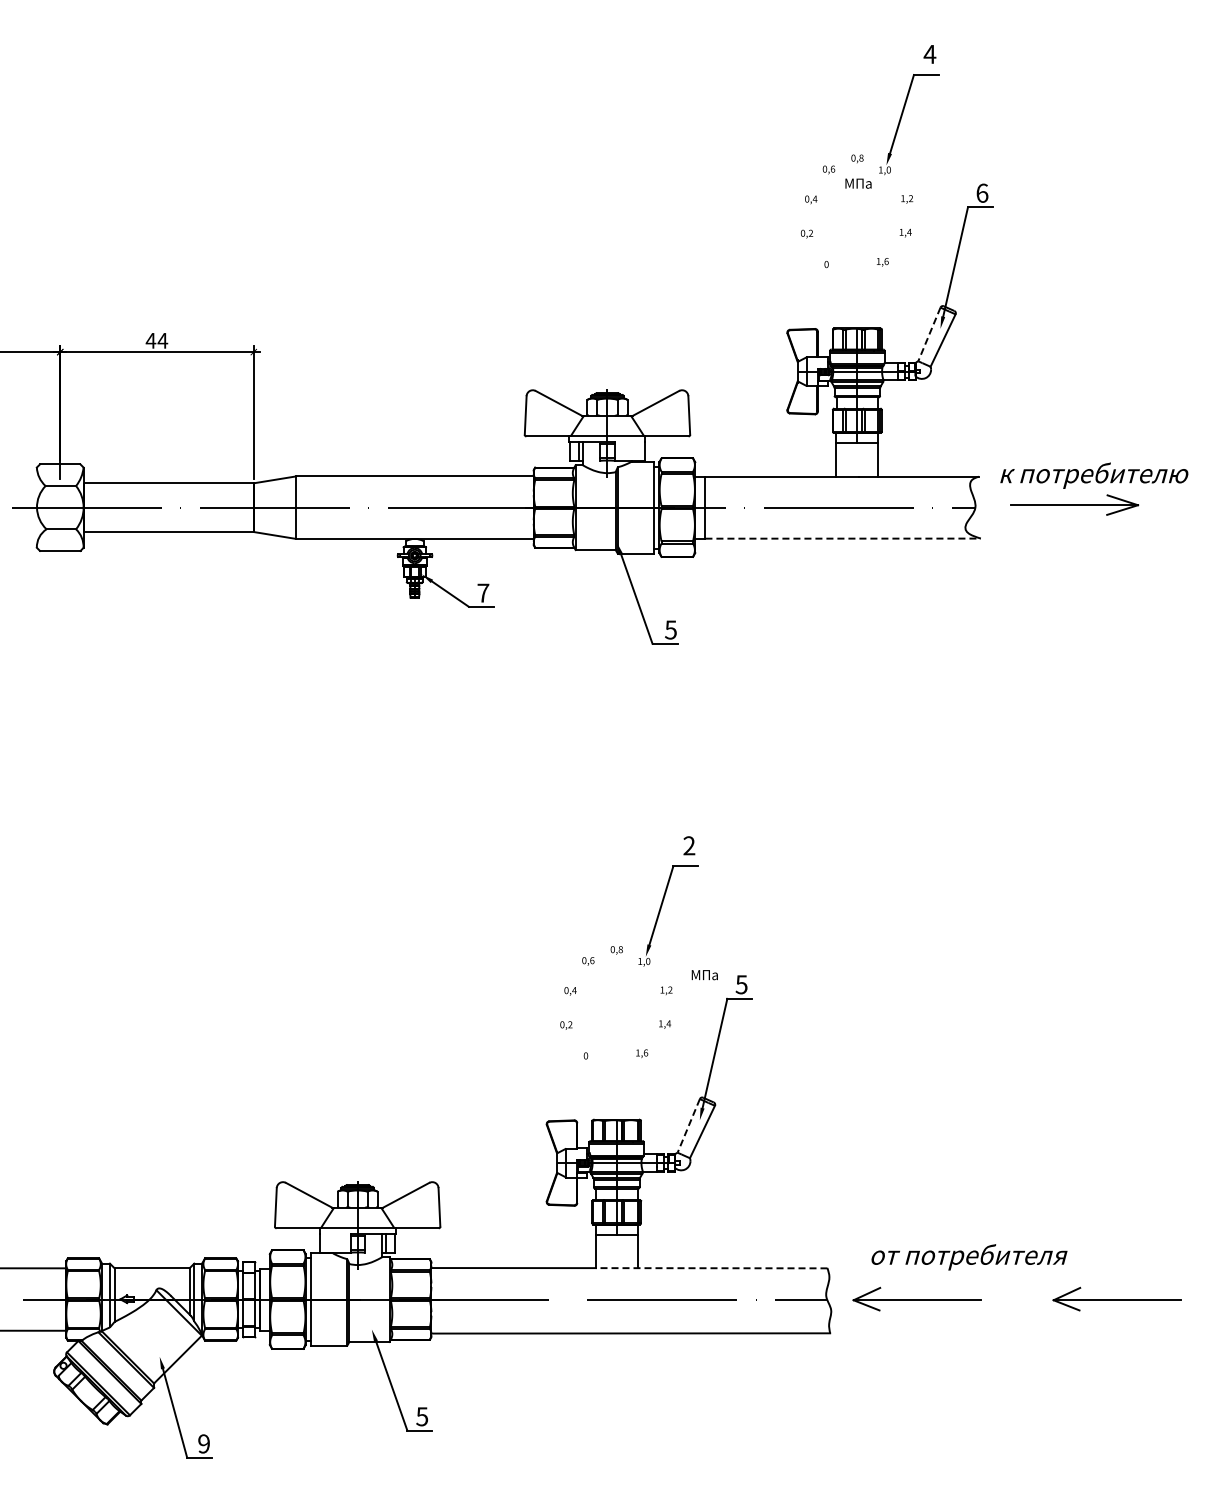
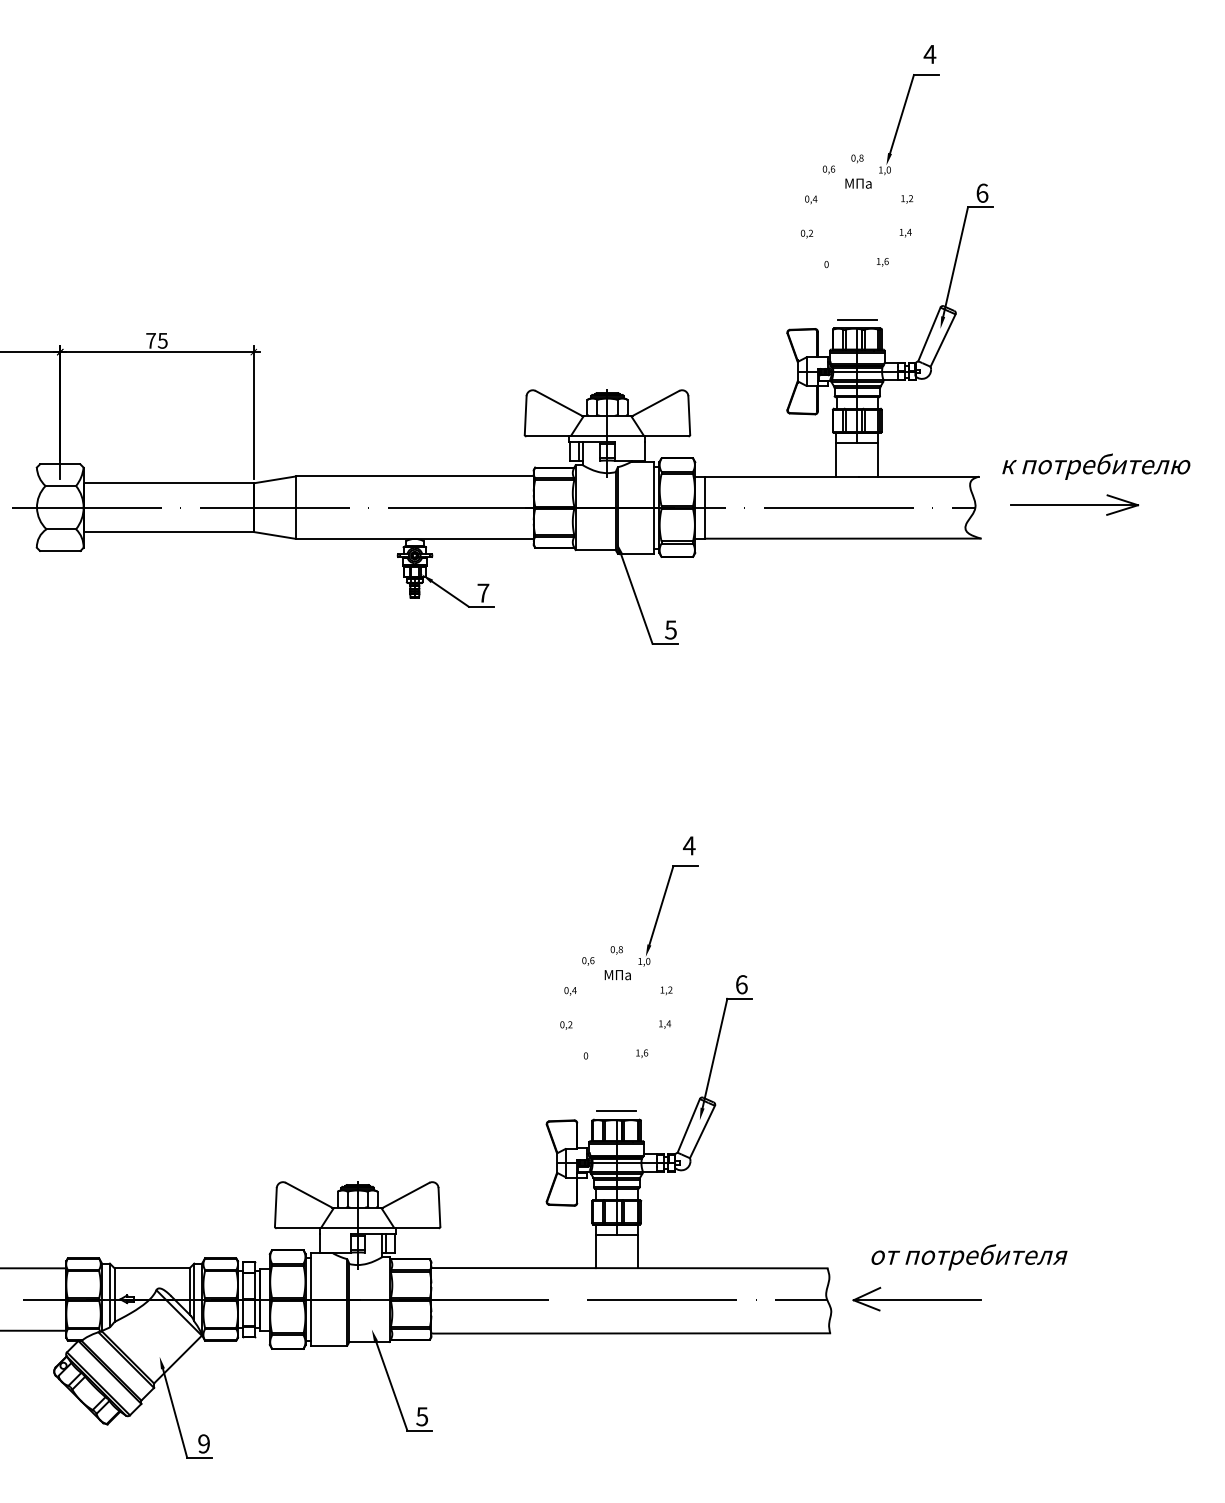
line at (856, 319): none -> present
line at (929, 334): dashed -> solid
text at (156, 340): 44 -> 75
text at (1094, 475) position: (1094, 475) -> (1096, 466)
line at (843, 538): dashed -> solid
text at (688, 845): 2 -> 4
text at (704, 975) position: (704, 975) -> (617, 975)
text at (741, 984): 5 -> 6
line at (616, 1111): none -> present
line at (688, 1126): dashed -> solid
line at (711, 1268): dashed -> solid
part at (1116, 1298): present -> none
